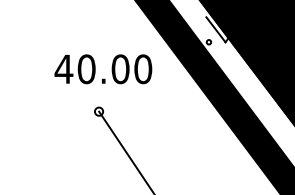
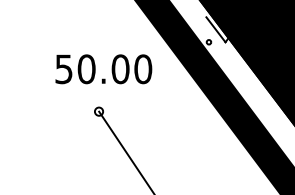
text at (63, 69): 40.00 -> 50.00
